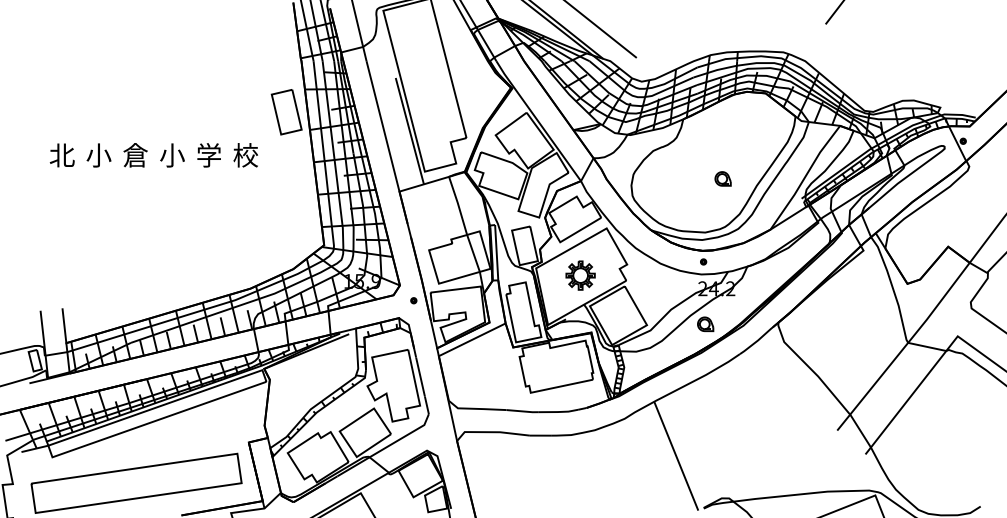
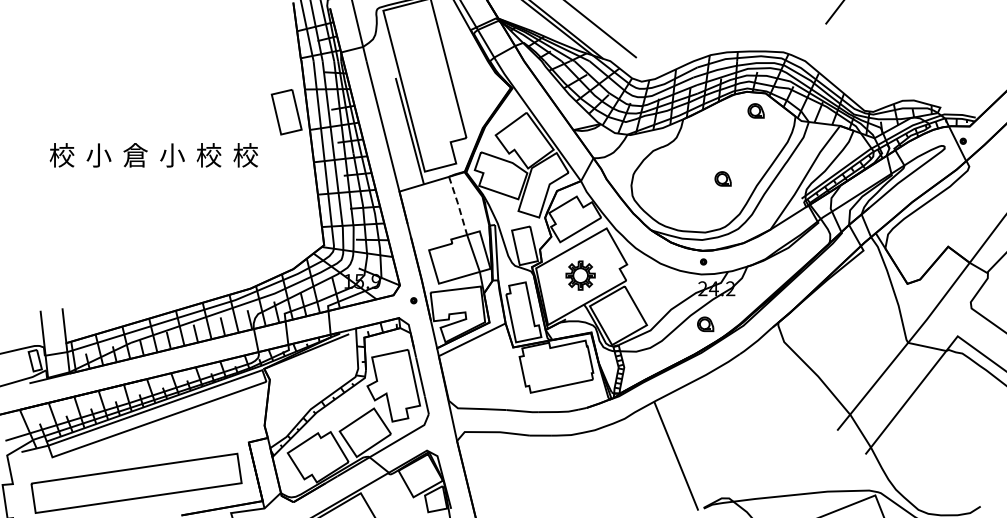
part at (755, 110): none -> present
text at (61, 155): 北 -> 校
text at (208, 155): 学 -> 校
line at (458, 204): solid -> dashed
